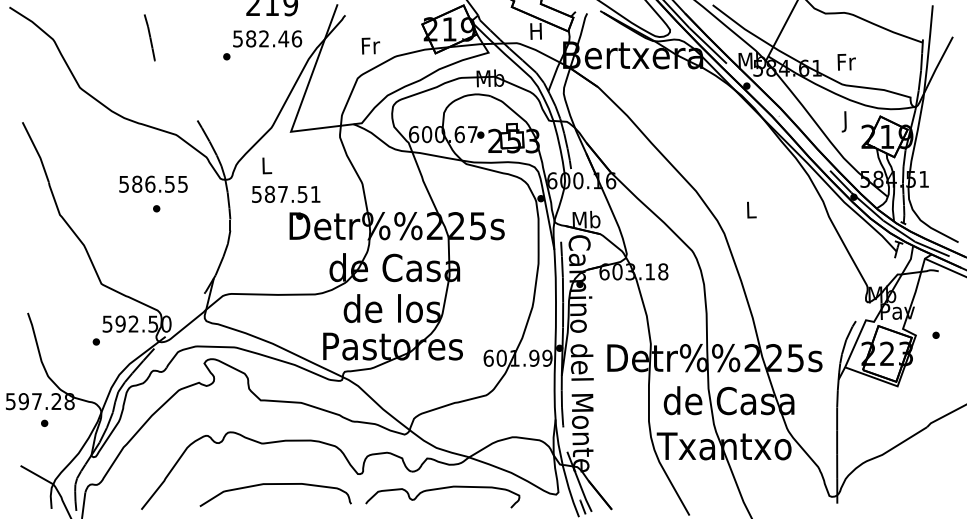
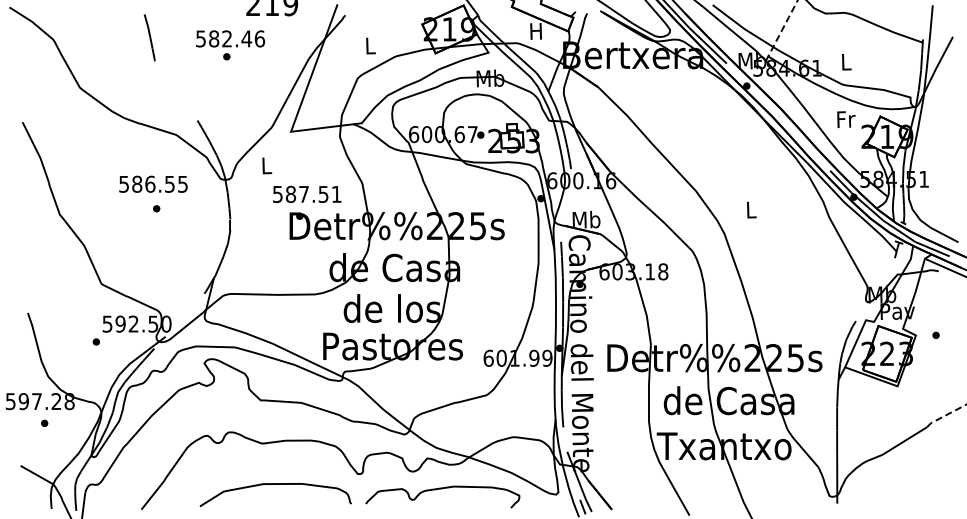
line at (781, 30): solid -> dashed
text at (267, 38) position: (267, 38) -> (230, 38)
text at (370, 45): Fr -> L
text at (846, 61): Fr -> L
text at (846, 121): J -> Fr
text at (286, 193) position: (286, 193) -> (307, 193)
line at (945, 415): solid -> dashed
